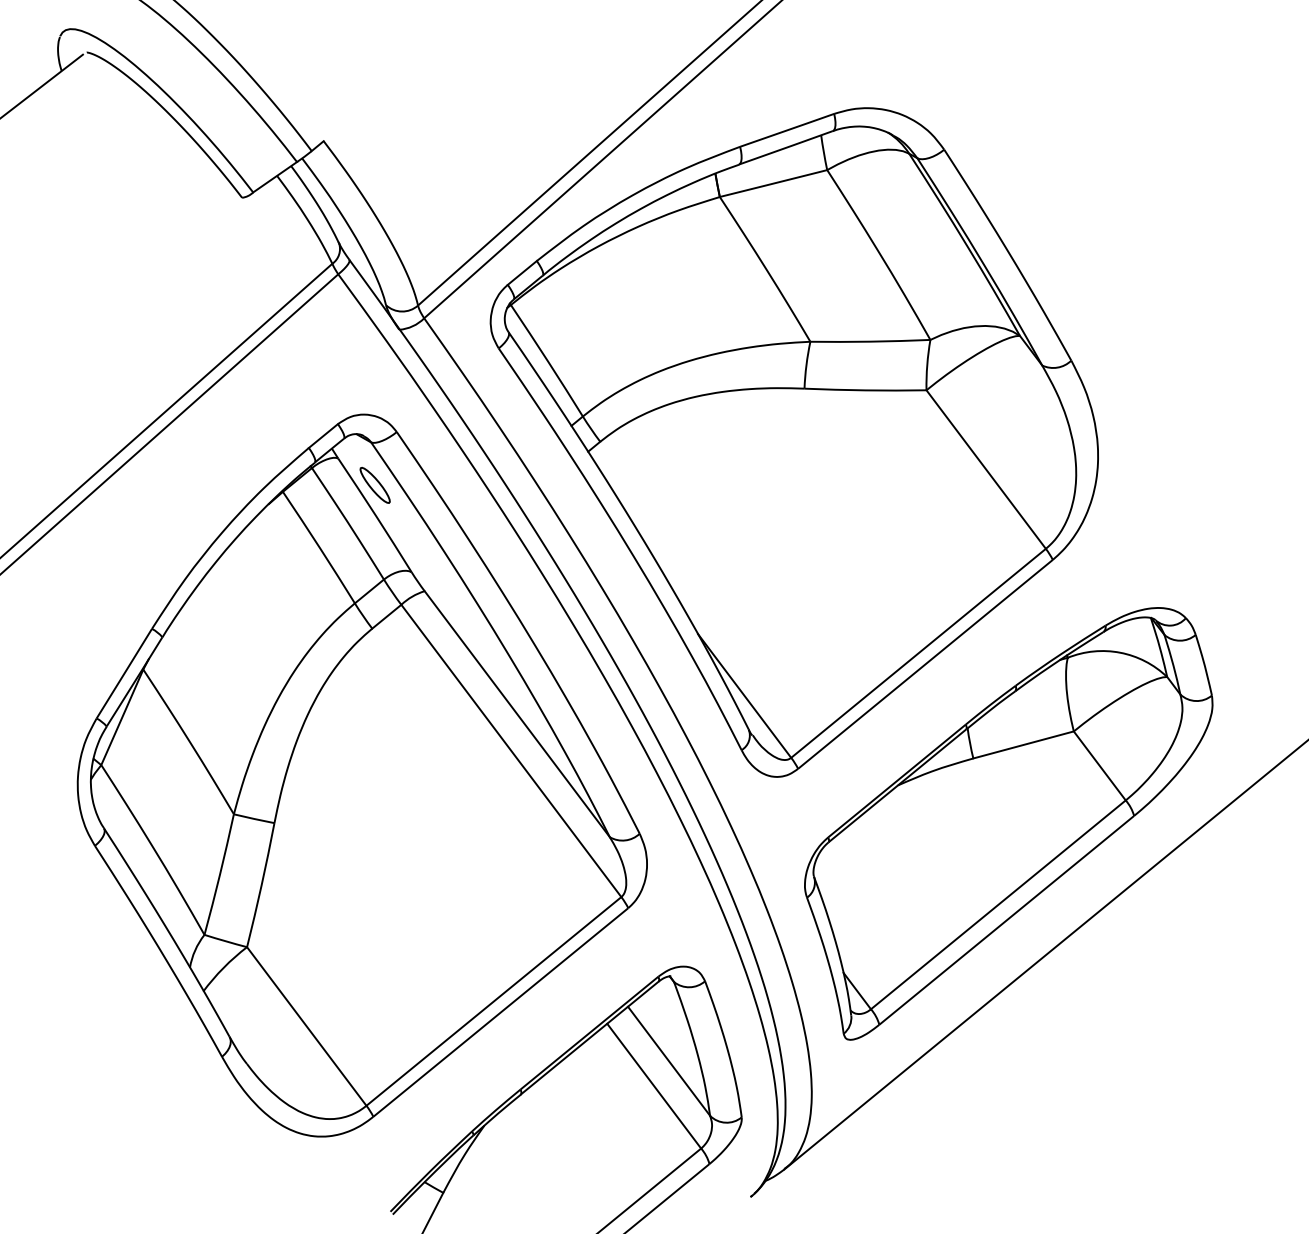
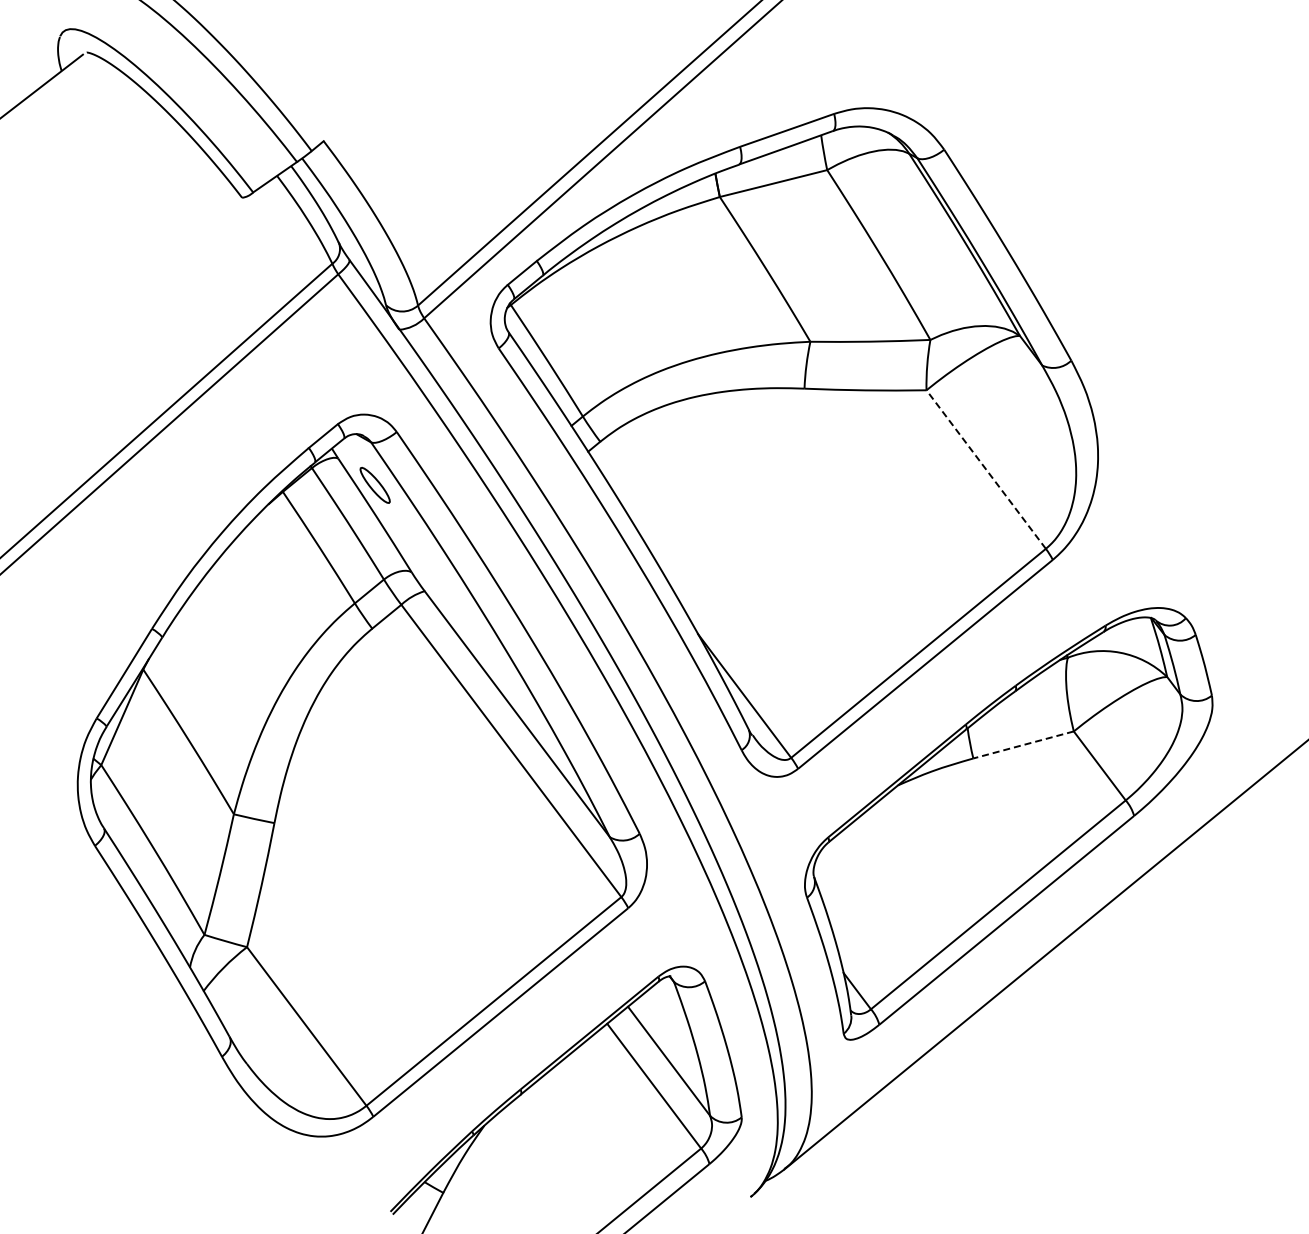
line at (985, 469): solid -> dashed
line at (1023, 745): solid -> dashed
